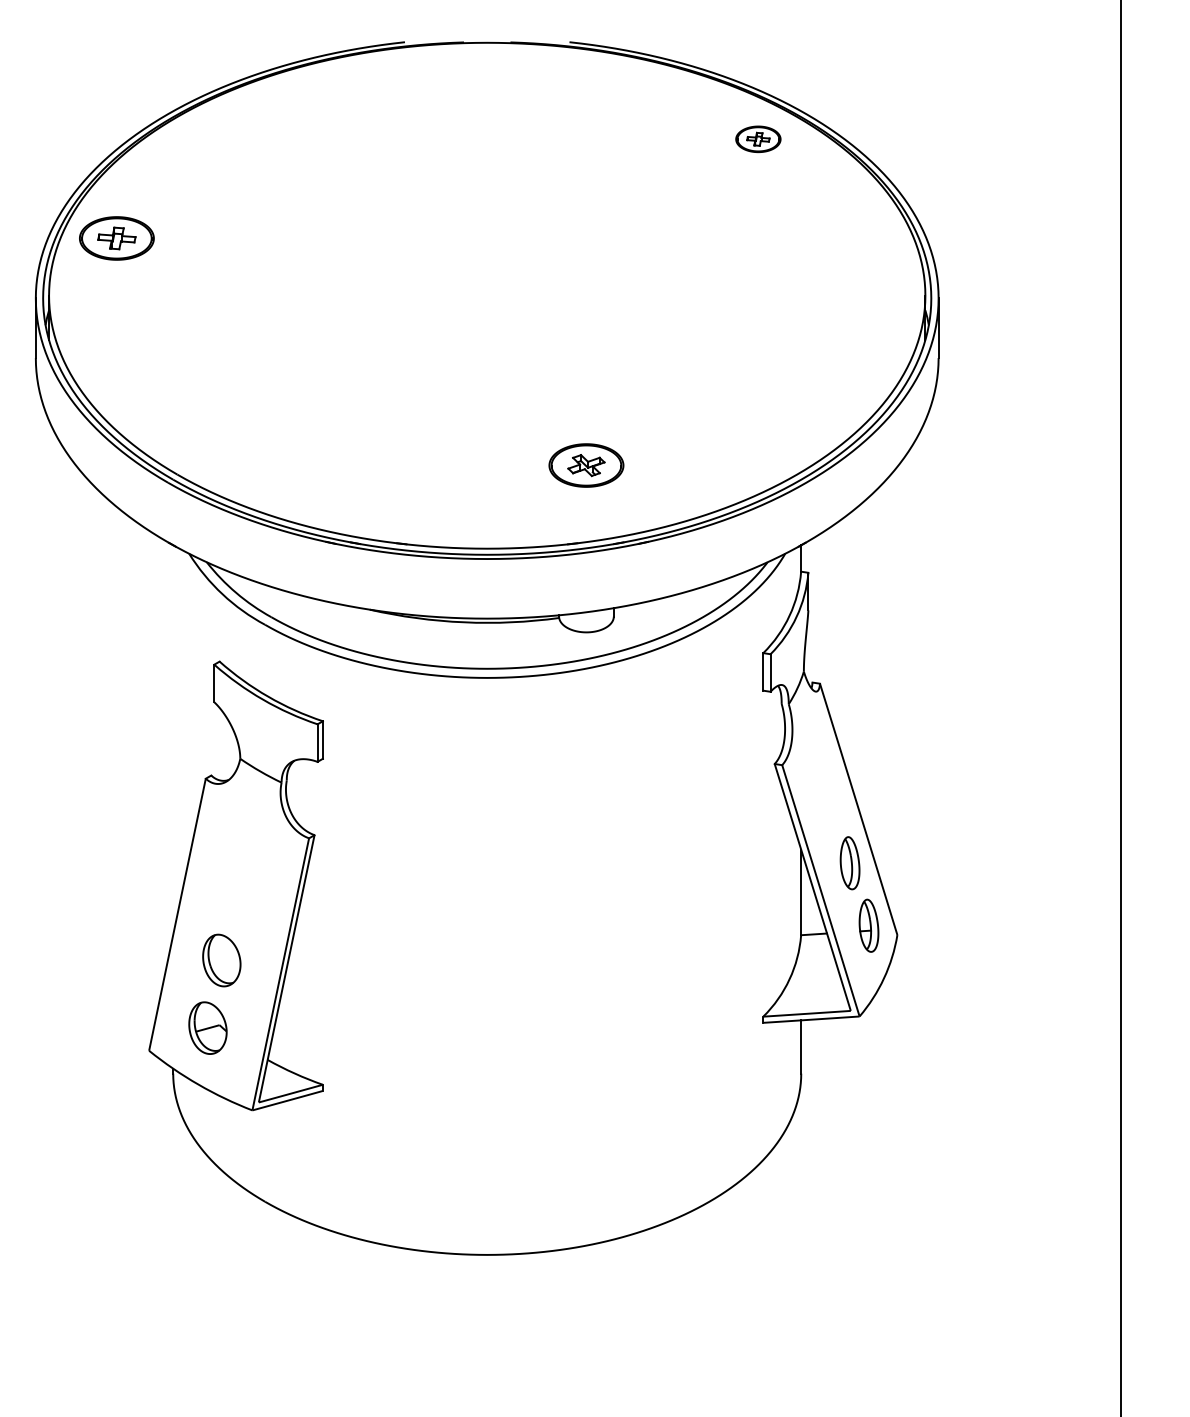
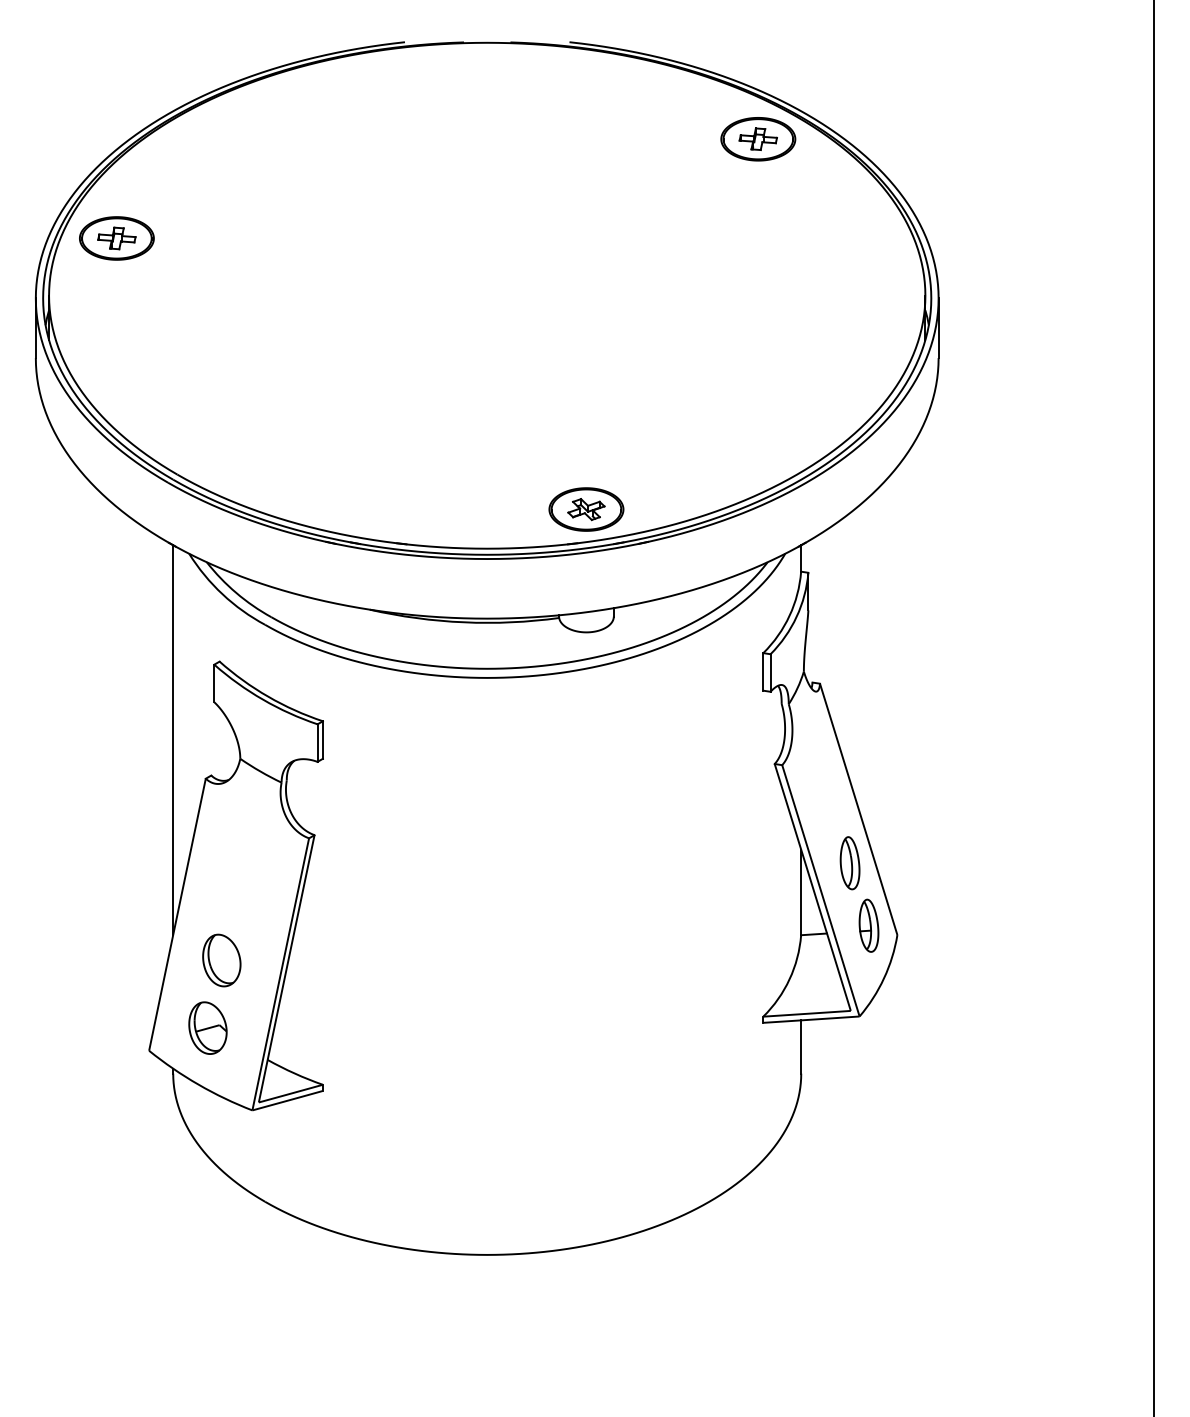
part at (758, 139) size: 47x29 px -> 77x45 px
part at (586, 465) position: (586, 465) -> (586, 509)
line at (1121, 707) position: (1121, 707) -> (1154, 707)
line at (173, 740): none -> present
